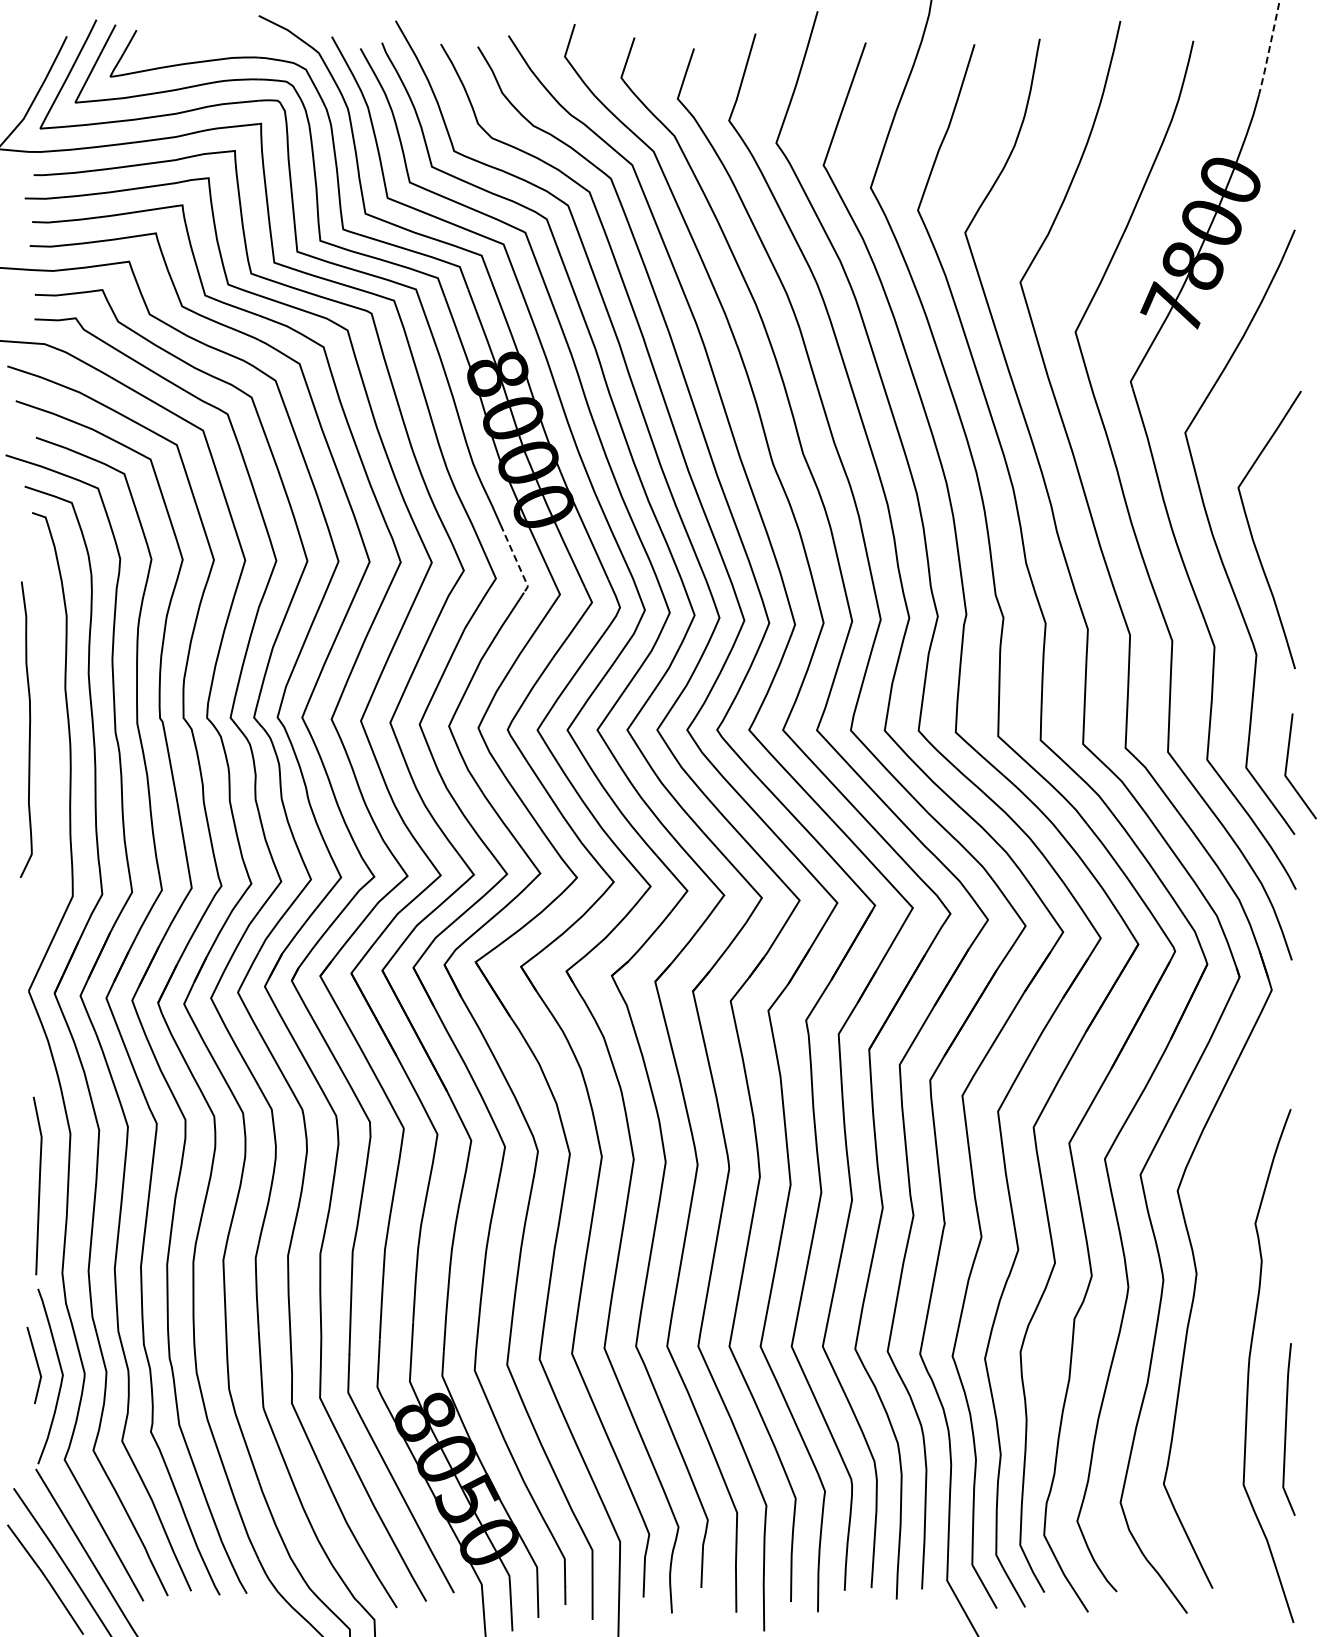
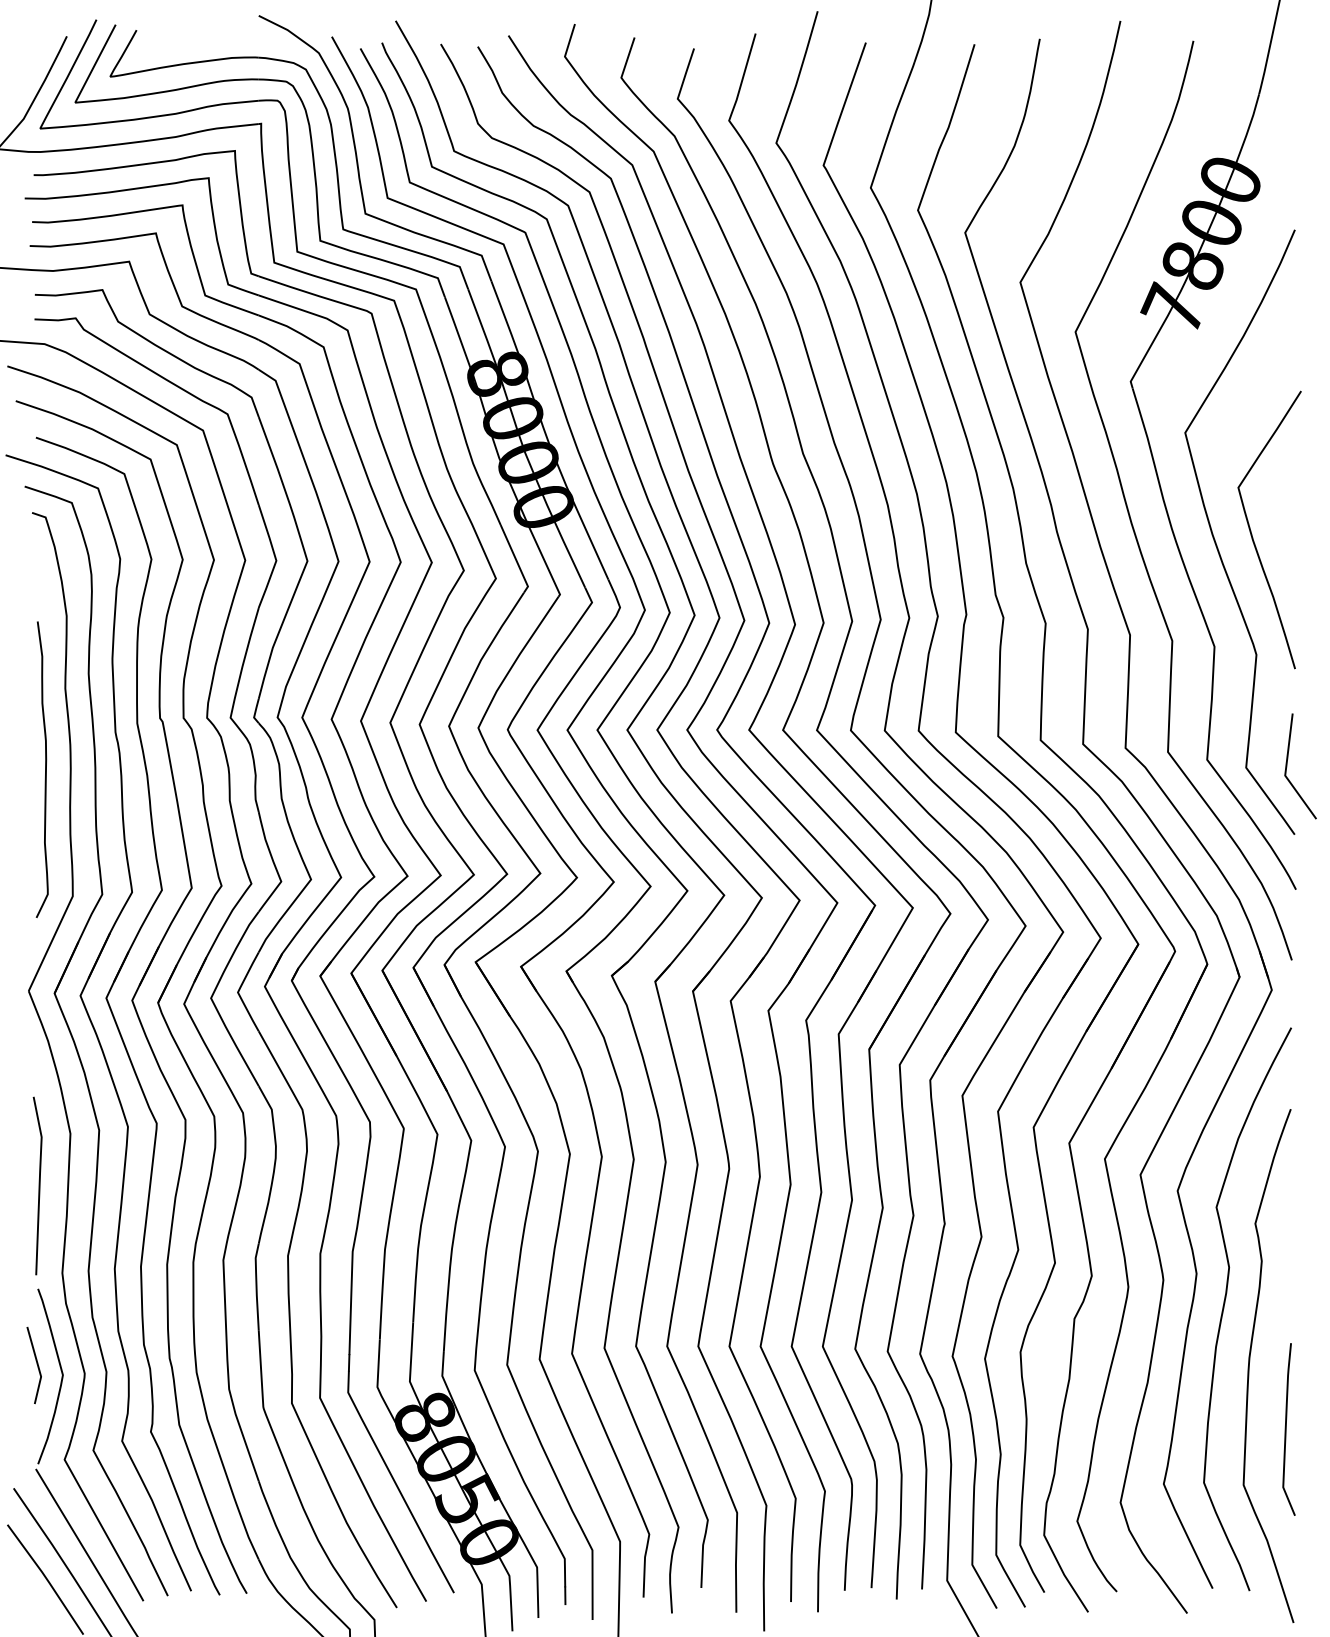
line at (1269, 49): dashed -> solid
line at (516, 560): dashed -> solid
curve at (29, 729) position: (29, 729) -> (45, 769)
curve at (1225, 1303): none -> present
